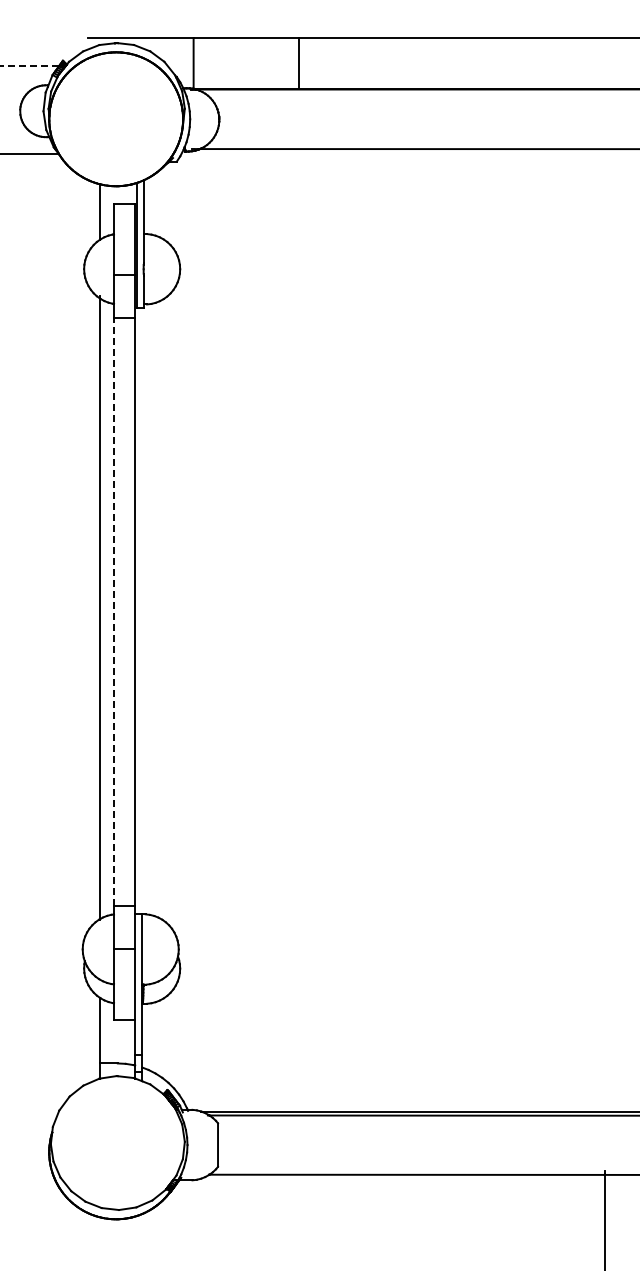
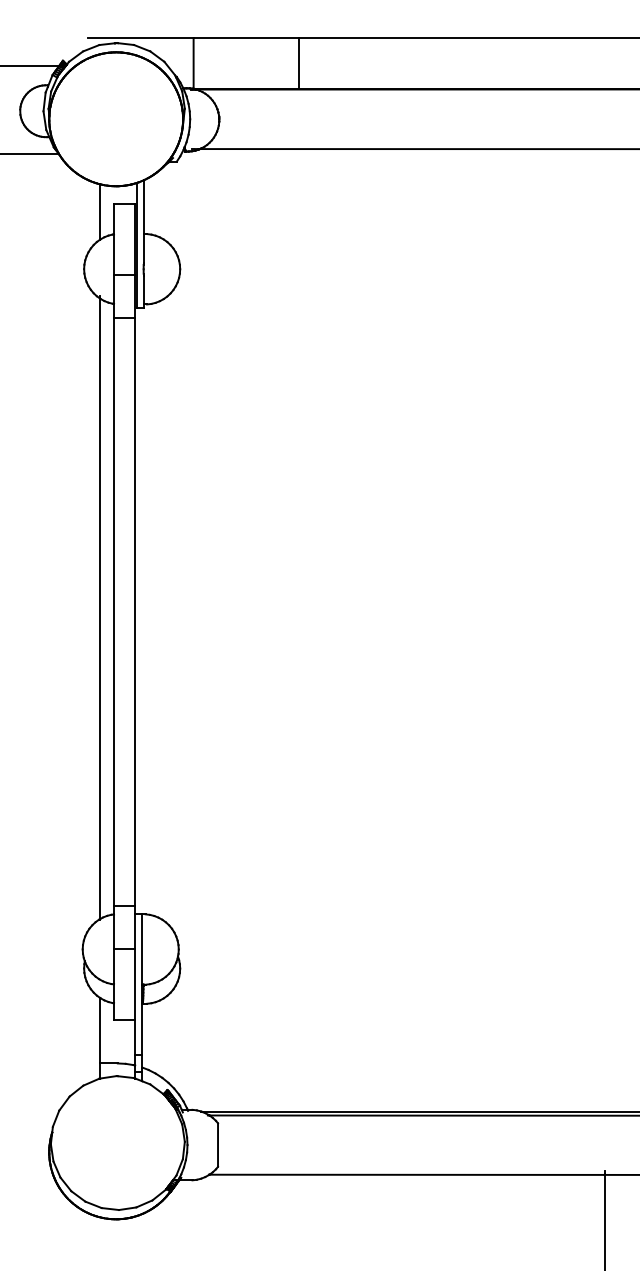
line at (29, 65): dashed -> solid
line at (114, 612): dashed -> solid
